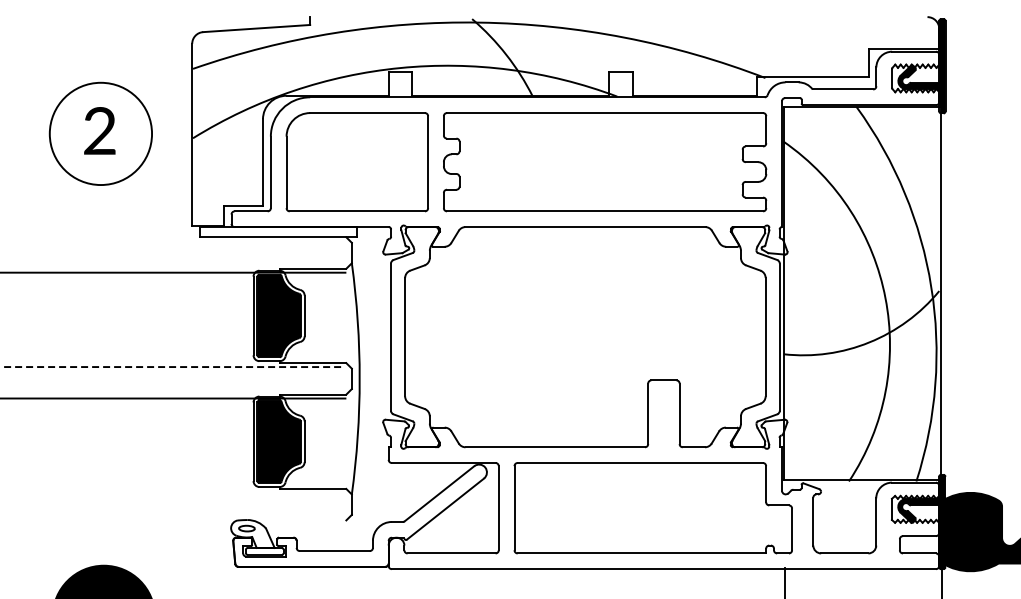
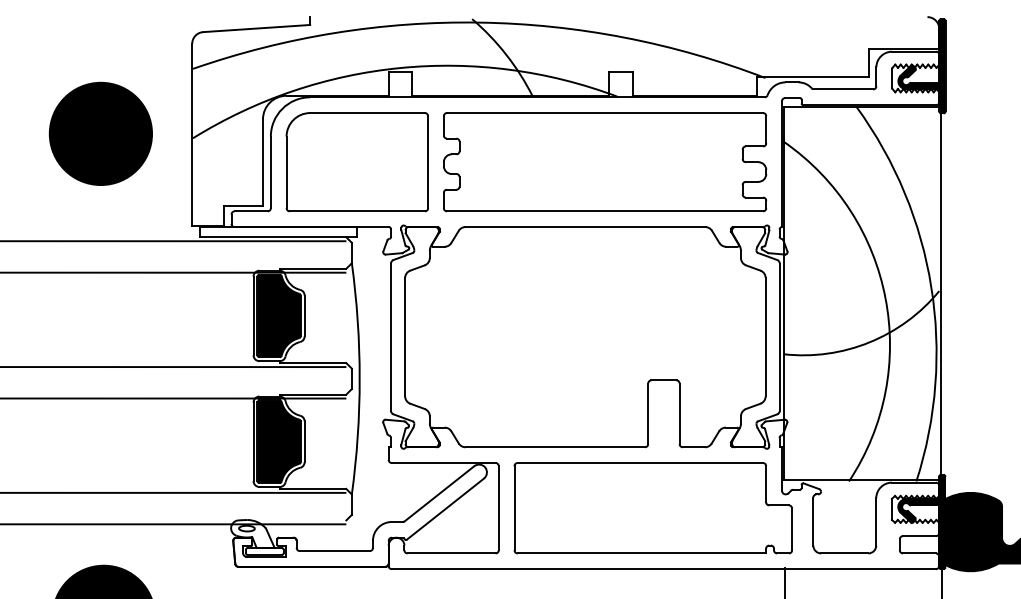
fill at (100, 133): none -> present
line at (173, 241): none -> present
line at (173, 367): dashed -> solid
line at (173, 492): none -> present
line at (173, 524): none -> present
